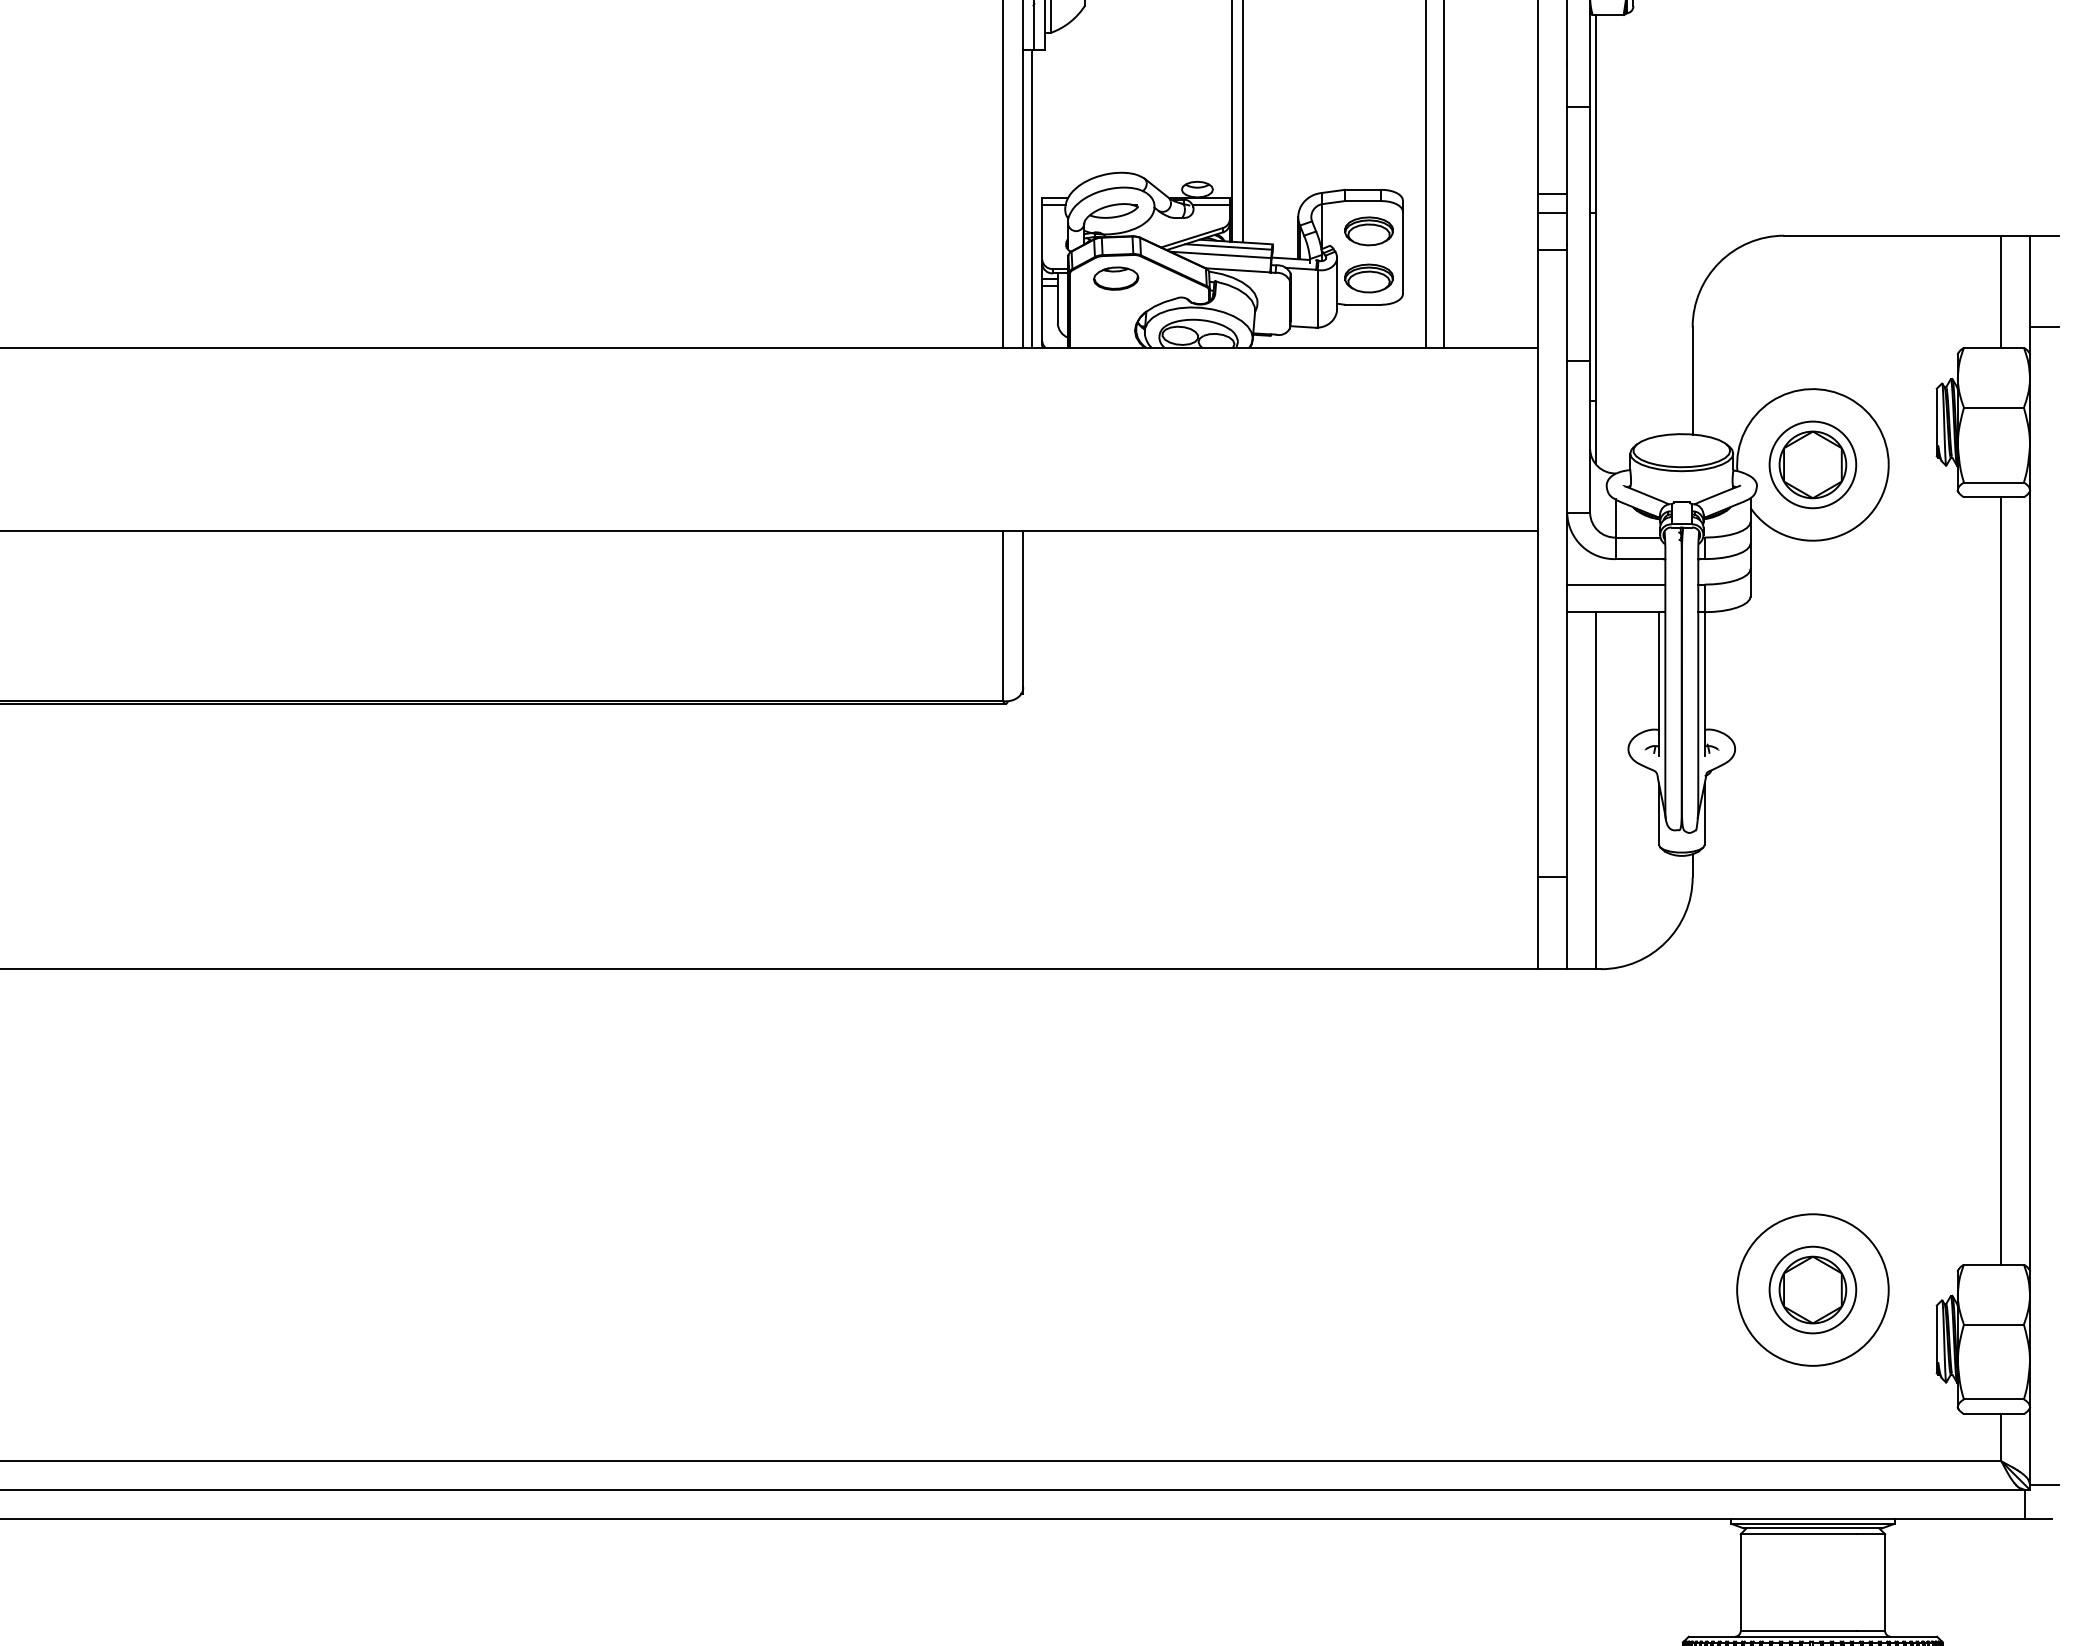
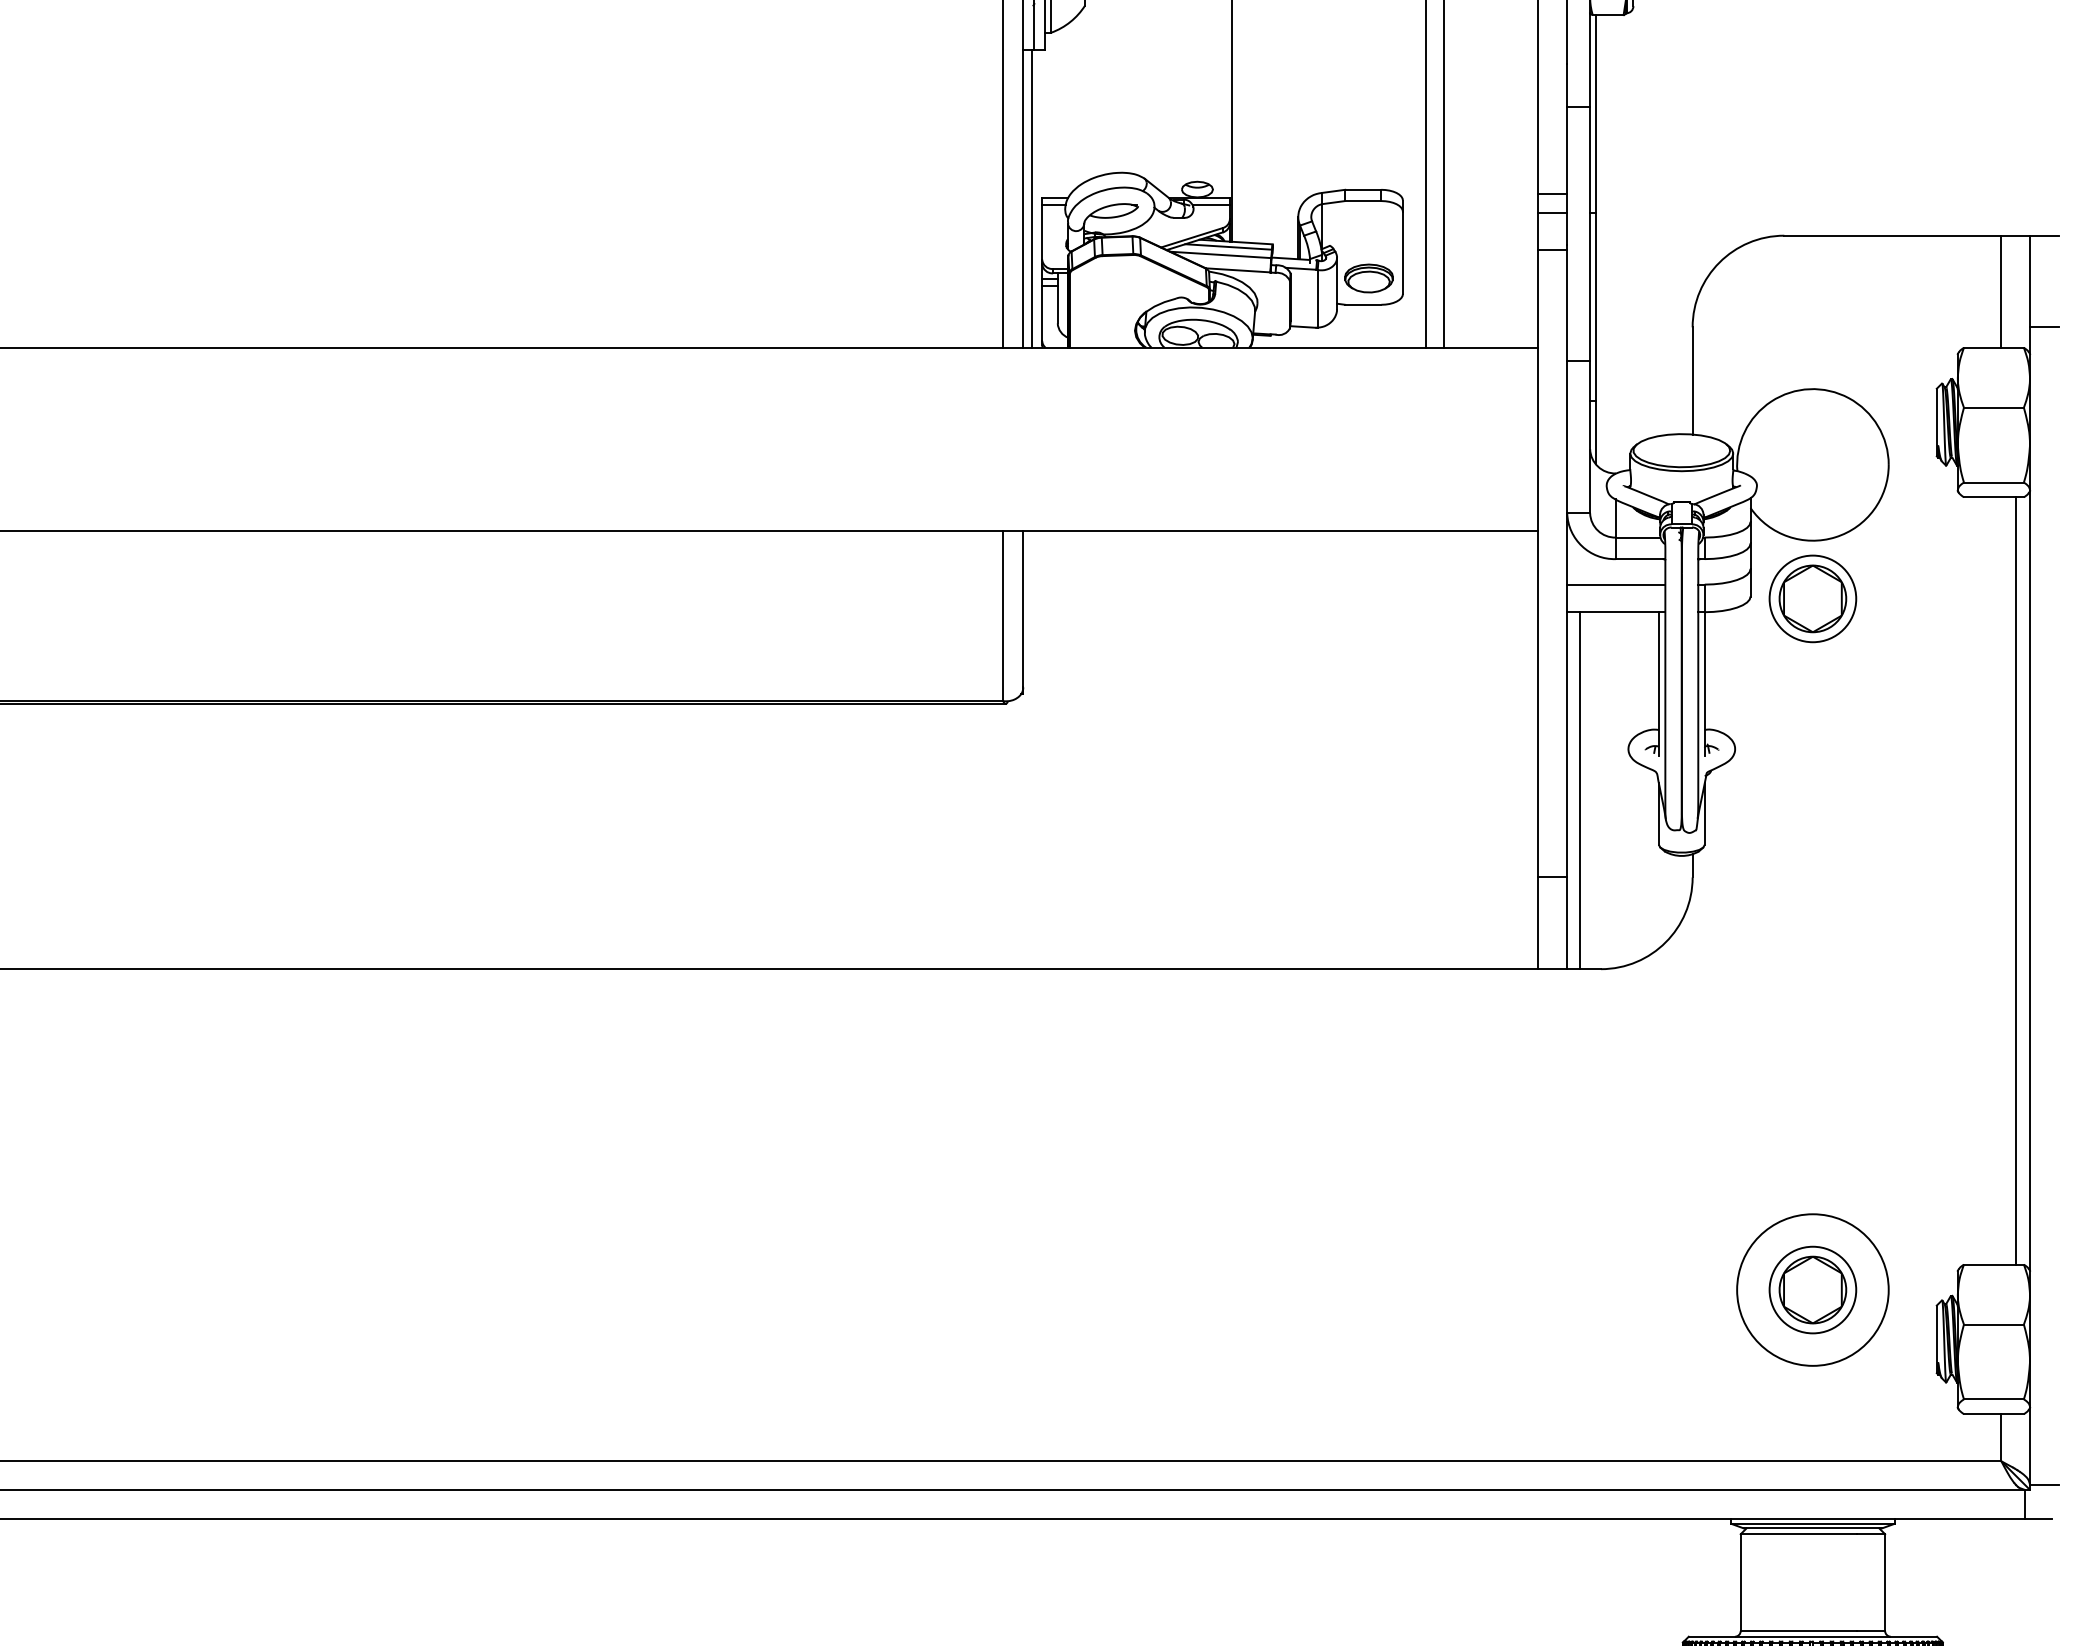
line at (1242, 122): present -> none
part at (1368, 231): present -> none
part at (1116, 278): present -> none
part at (1812, 464) position: (1812, 464) -> (1812, 598)
line at (1595, 790) position: (1595, 790) -> (1579, 790)
line at (2001, 880) position: (2001, 880) -> (2016, 880)
